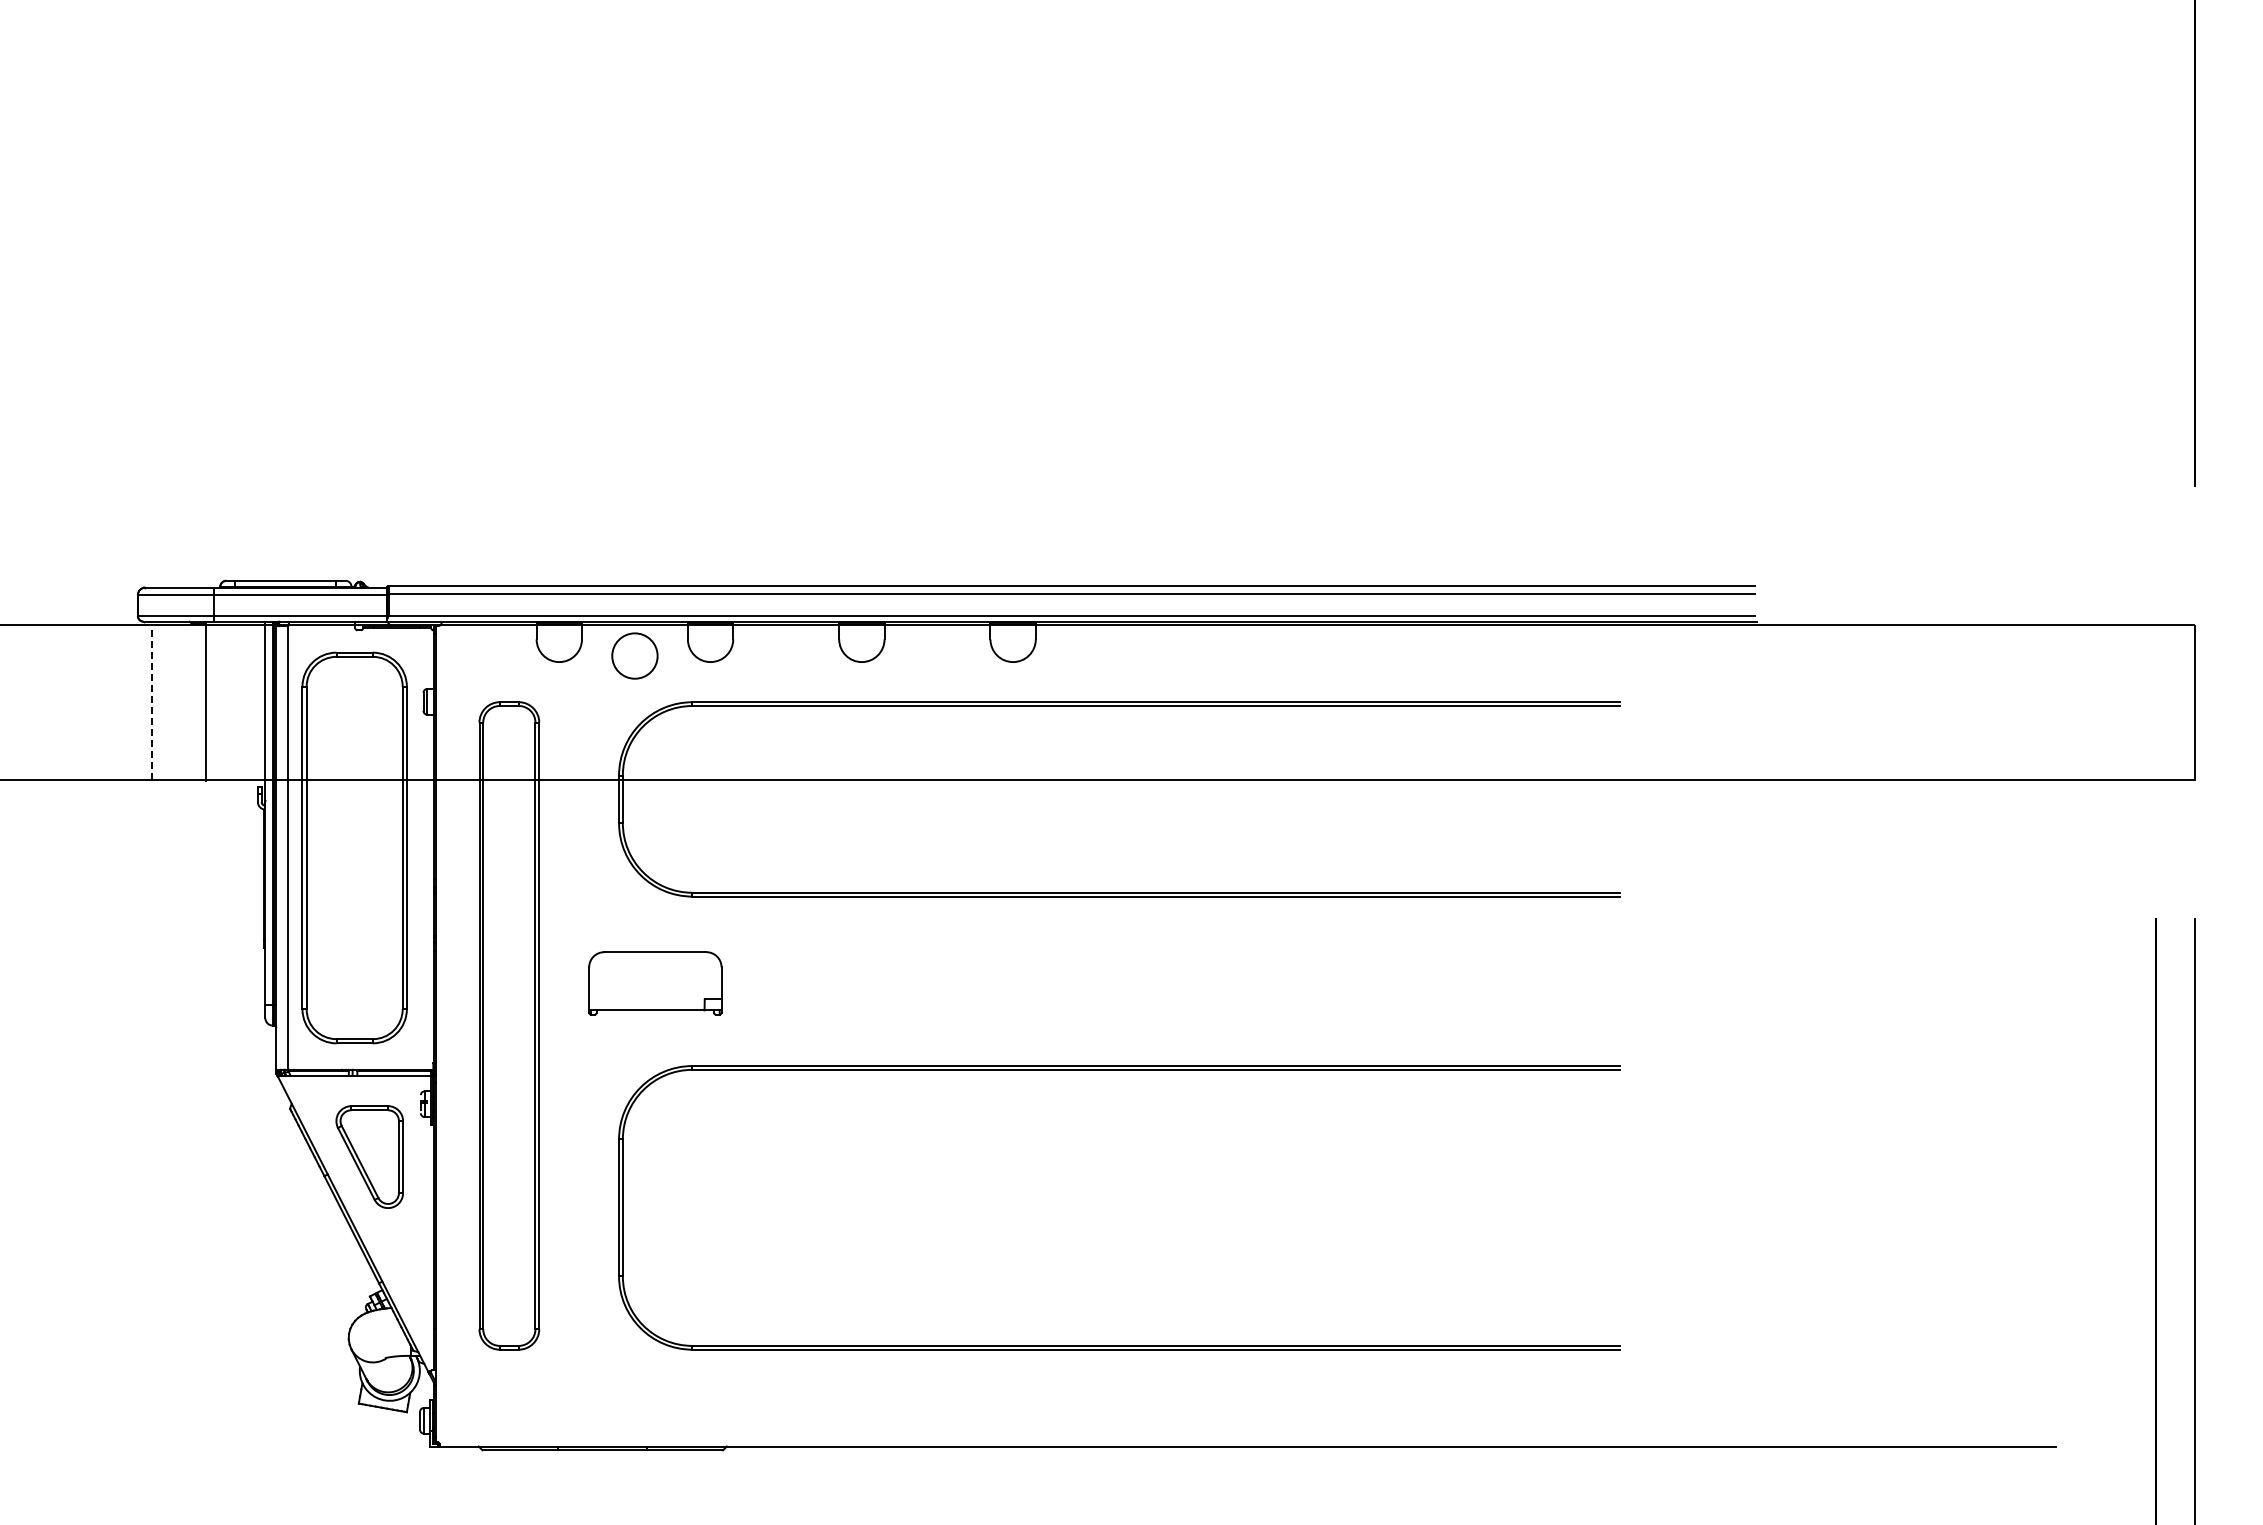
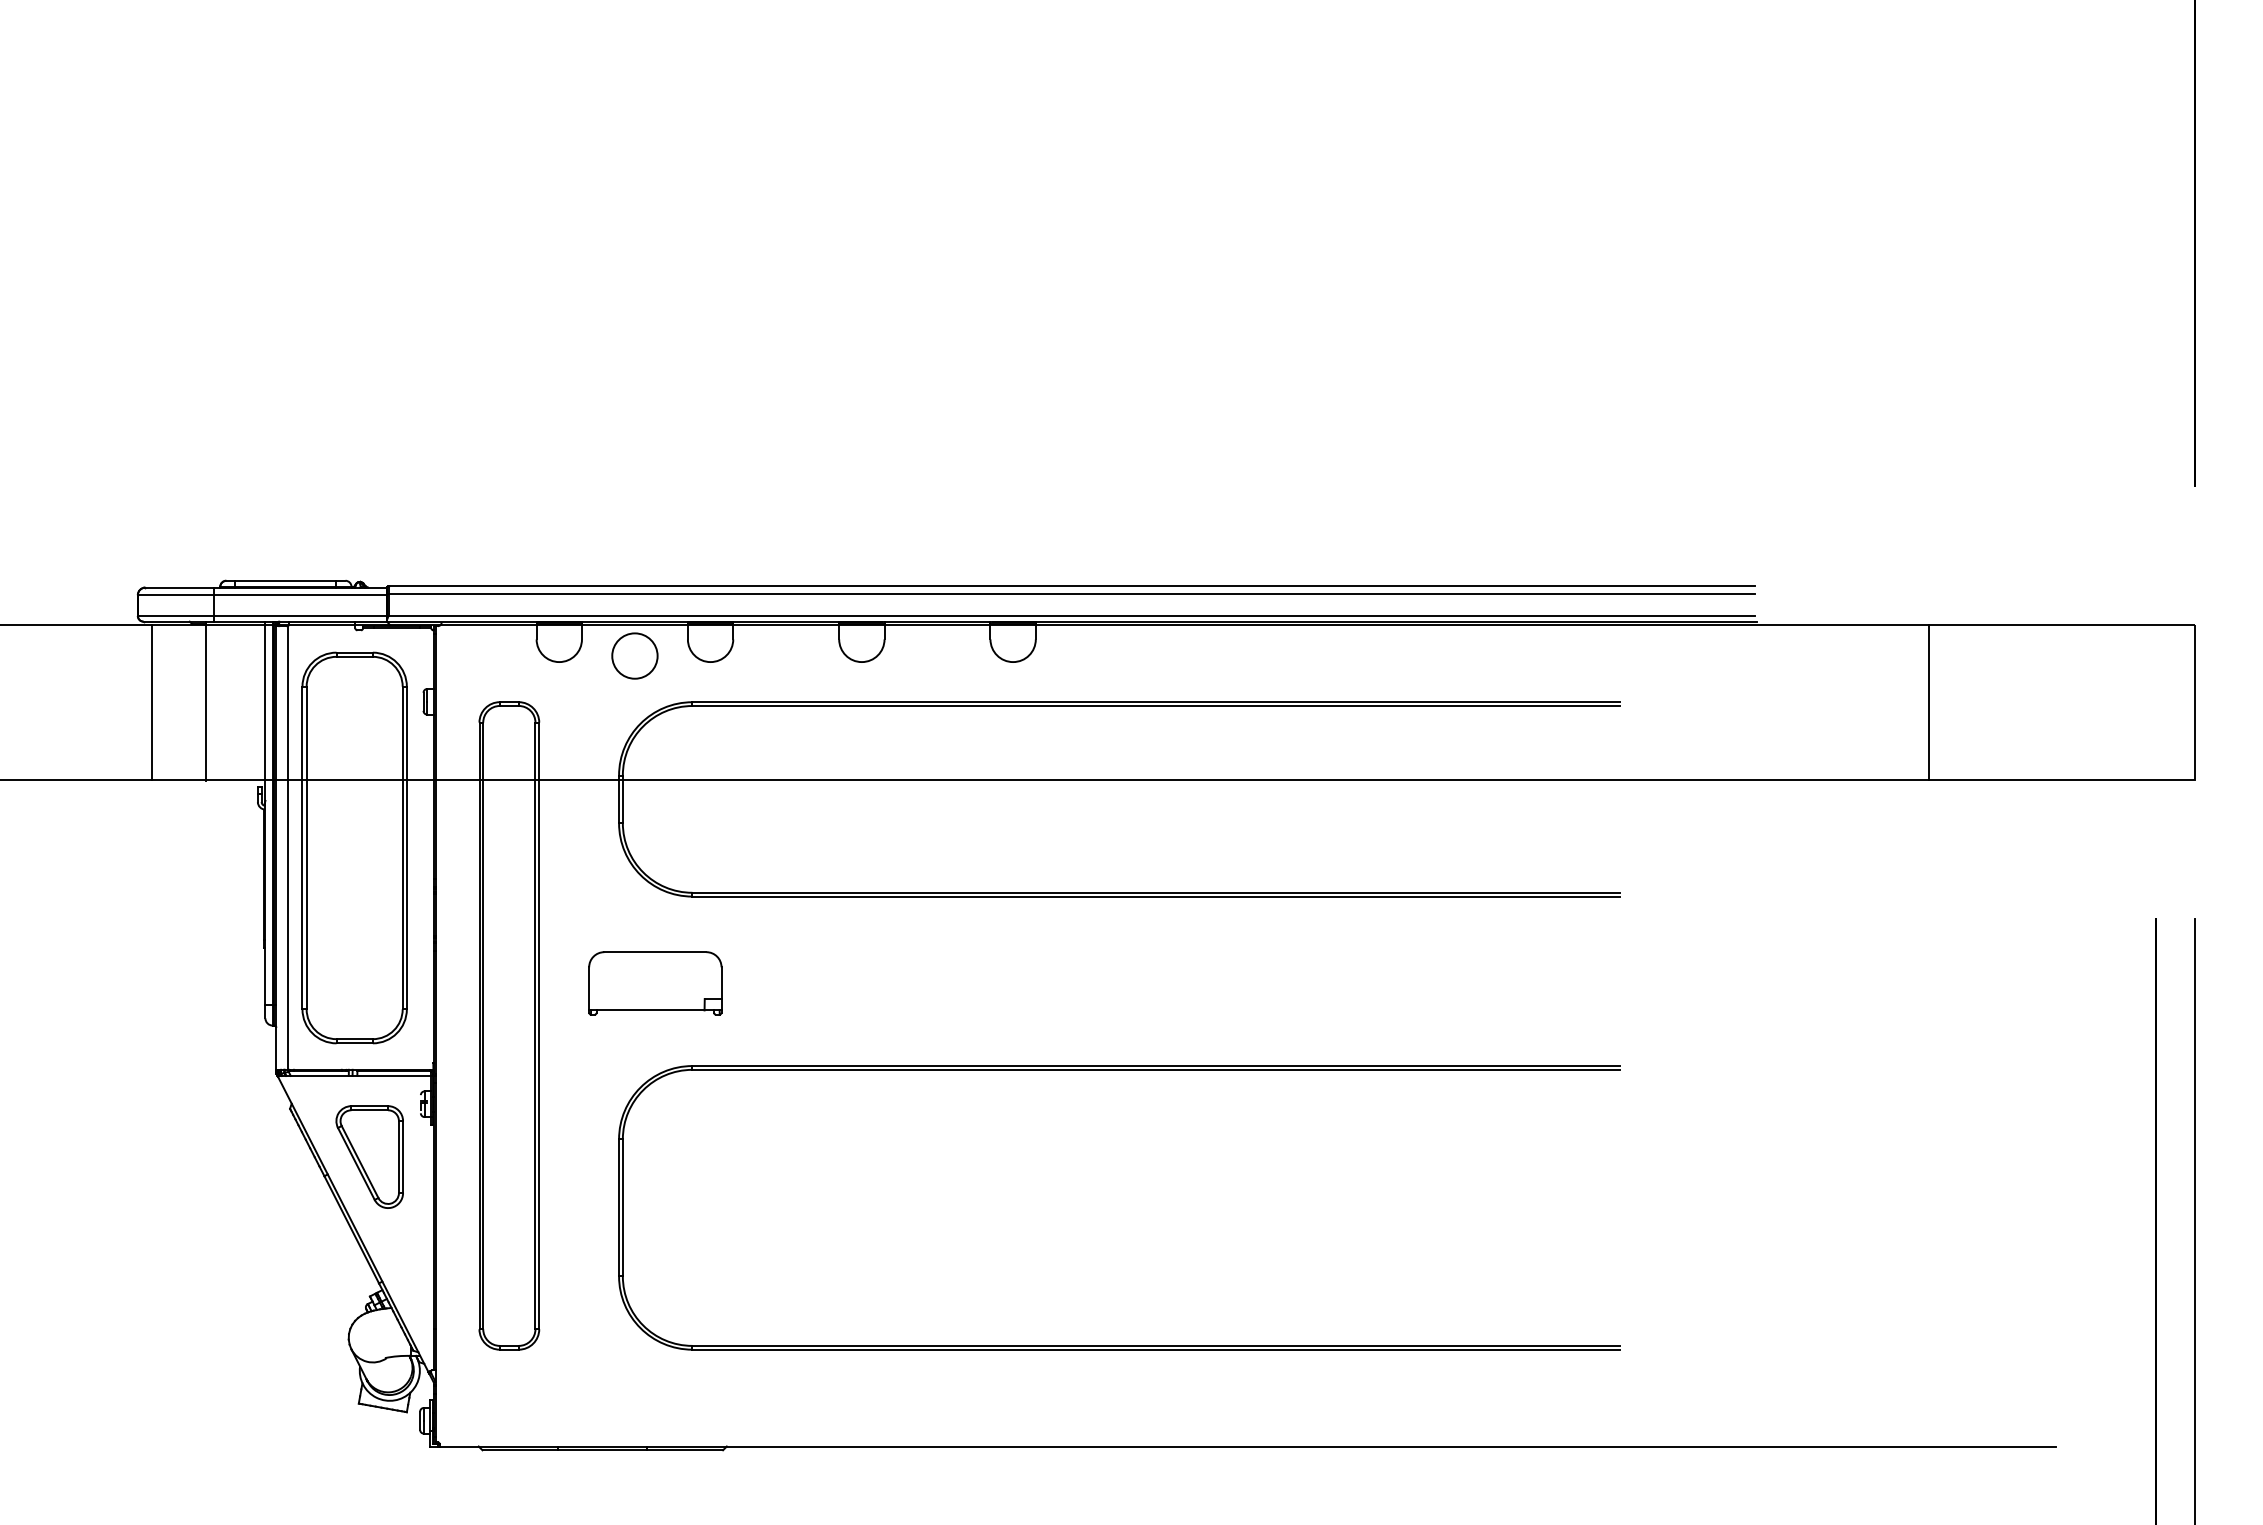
line at (151, 701): dashed -> solid
line at (1928, 702): none -> present
